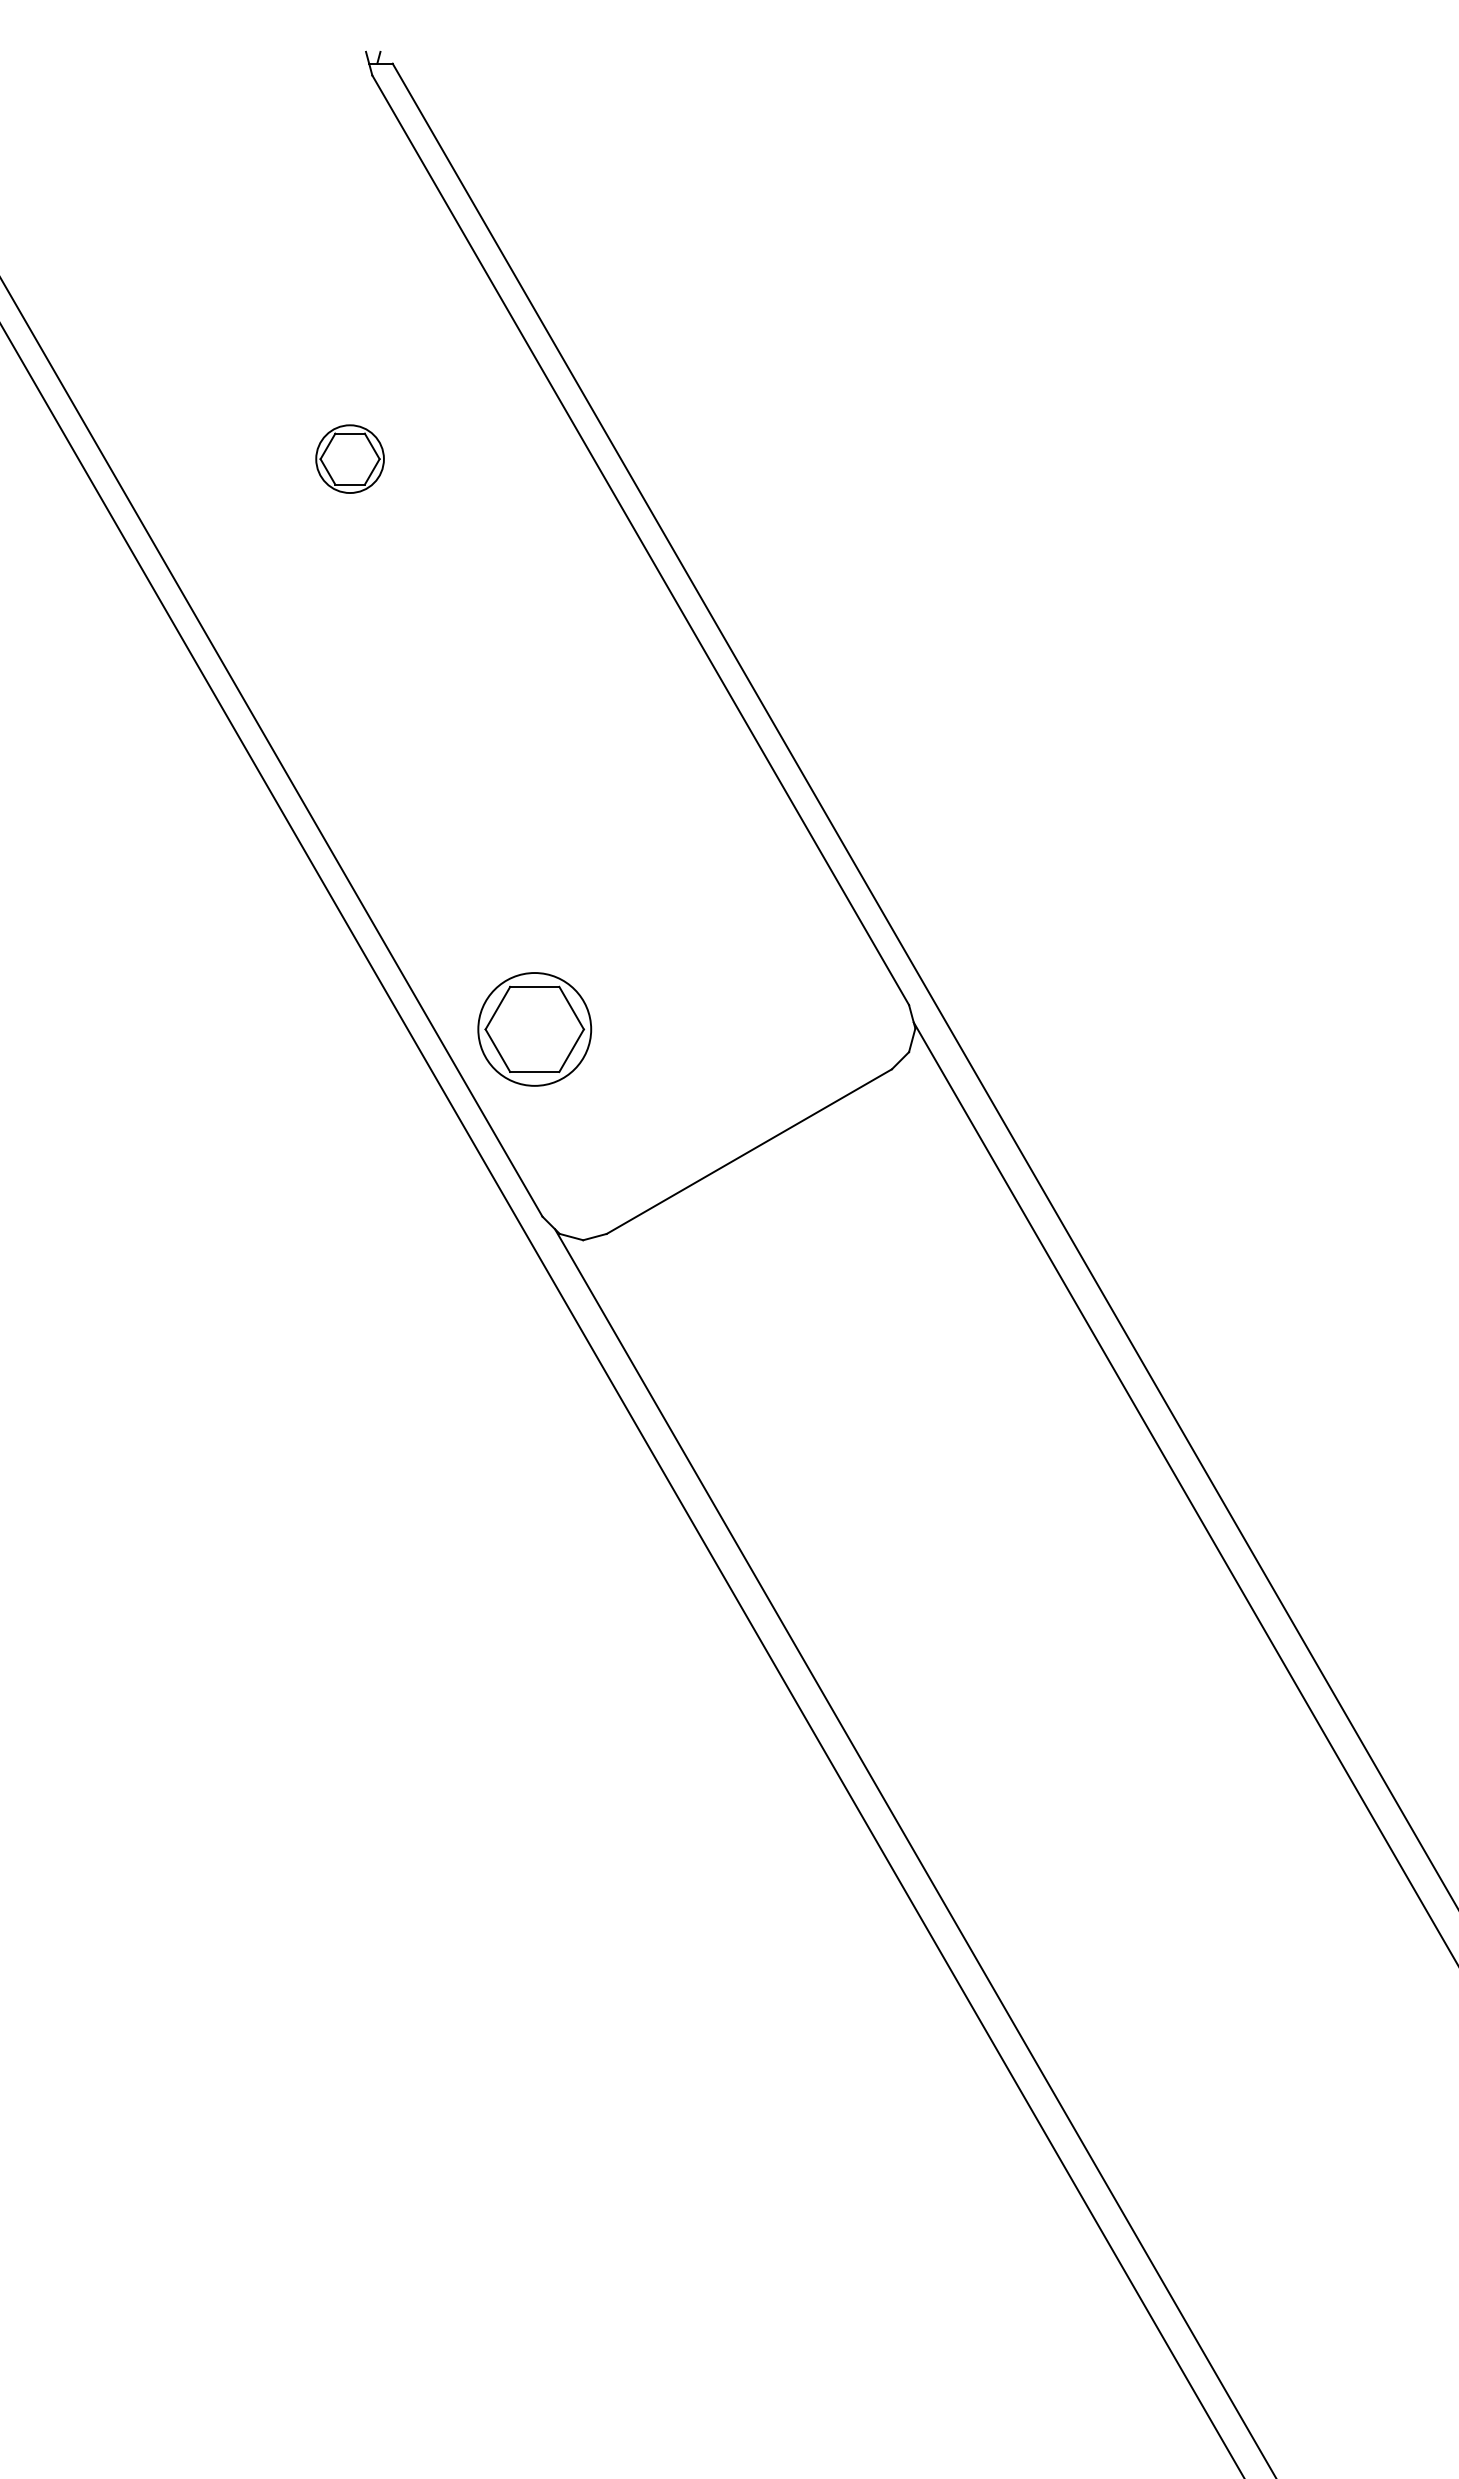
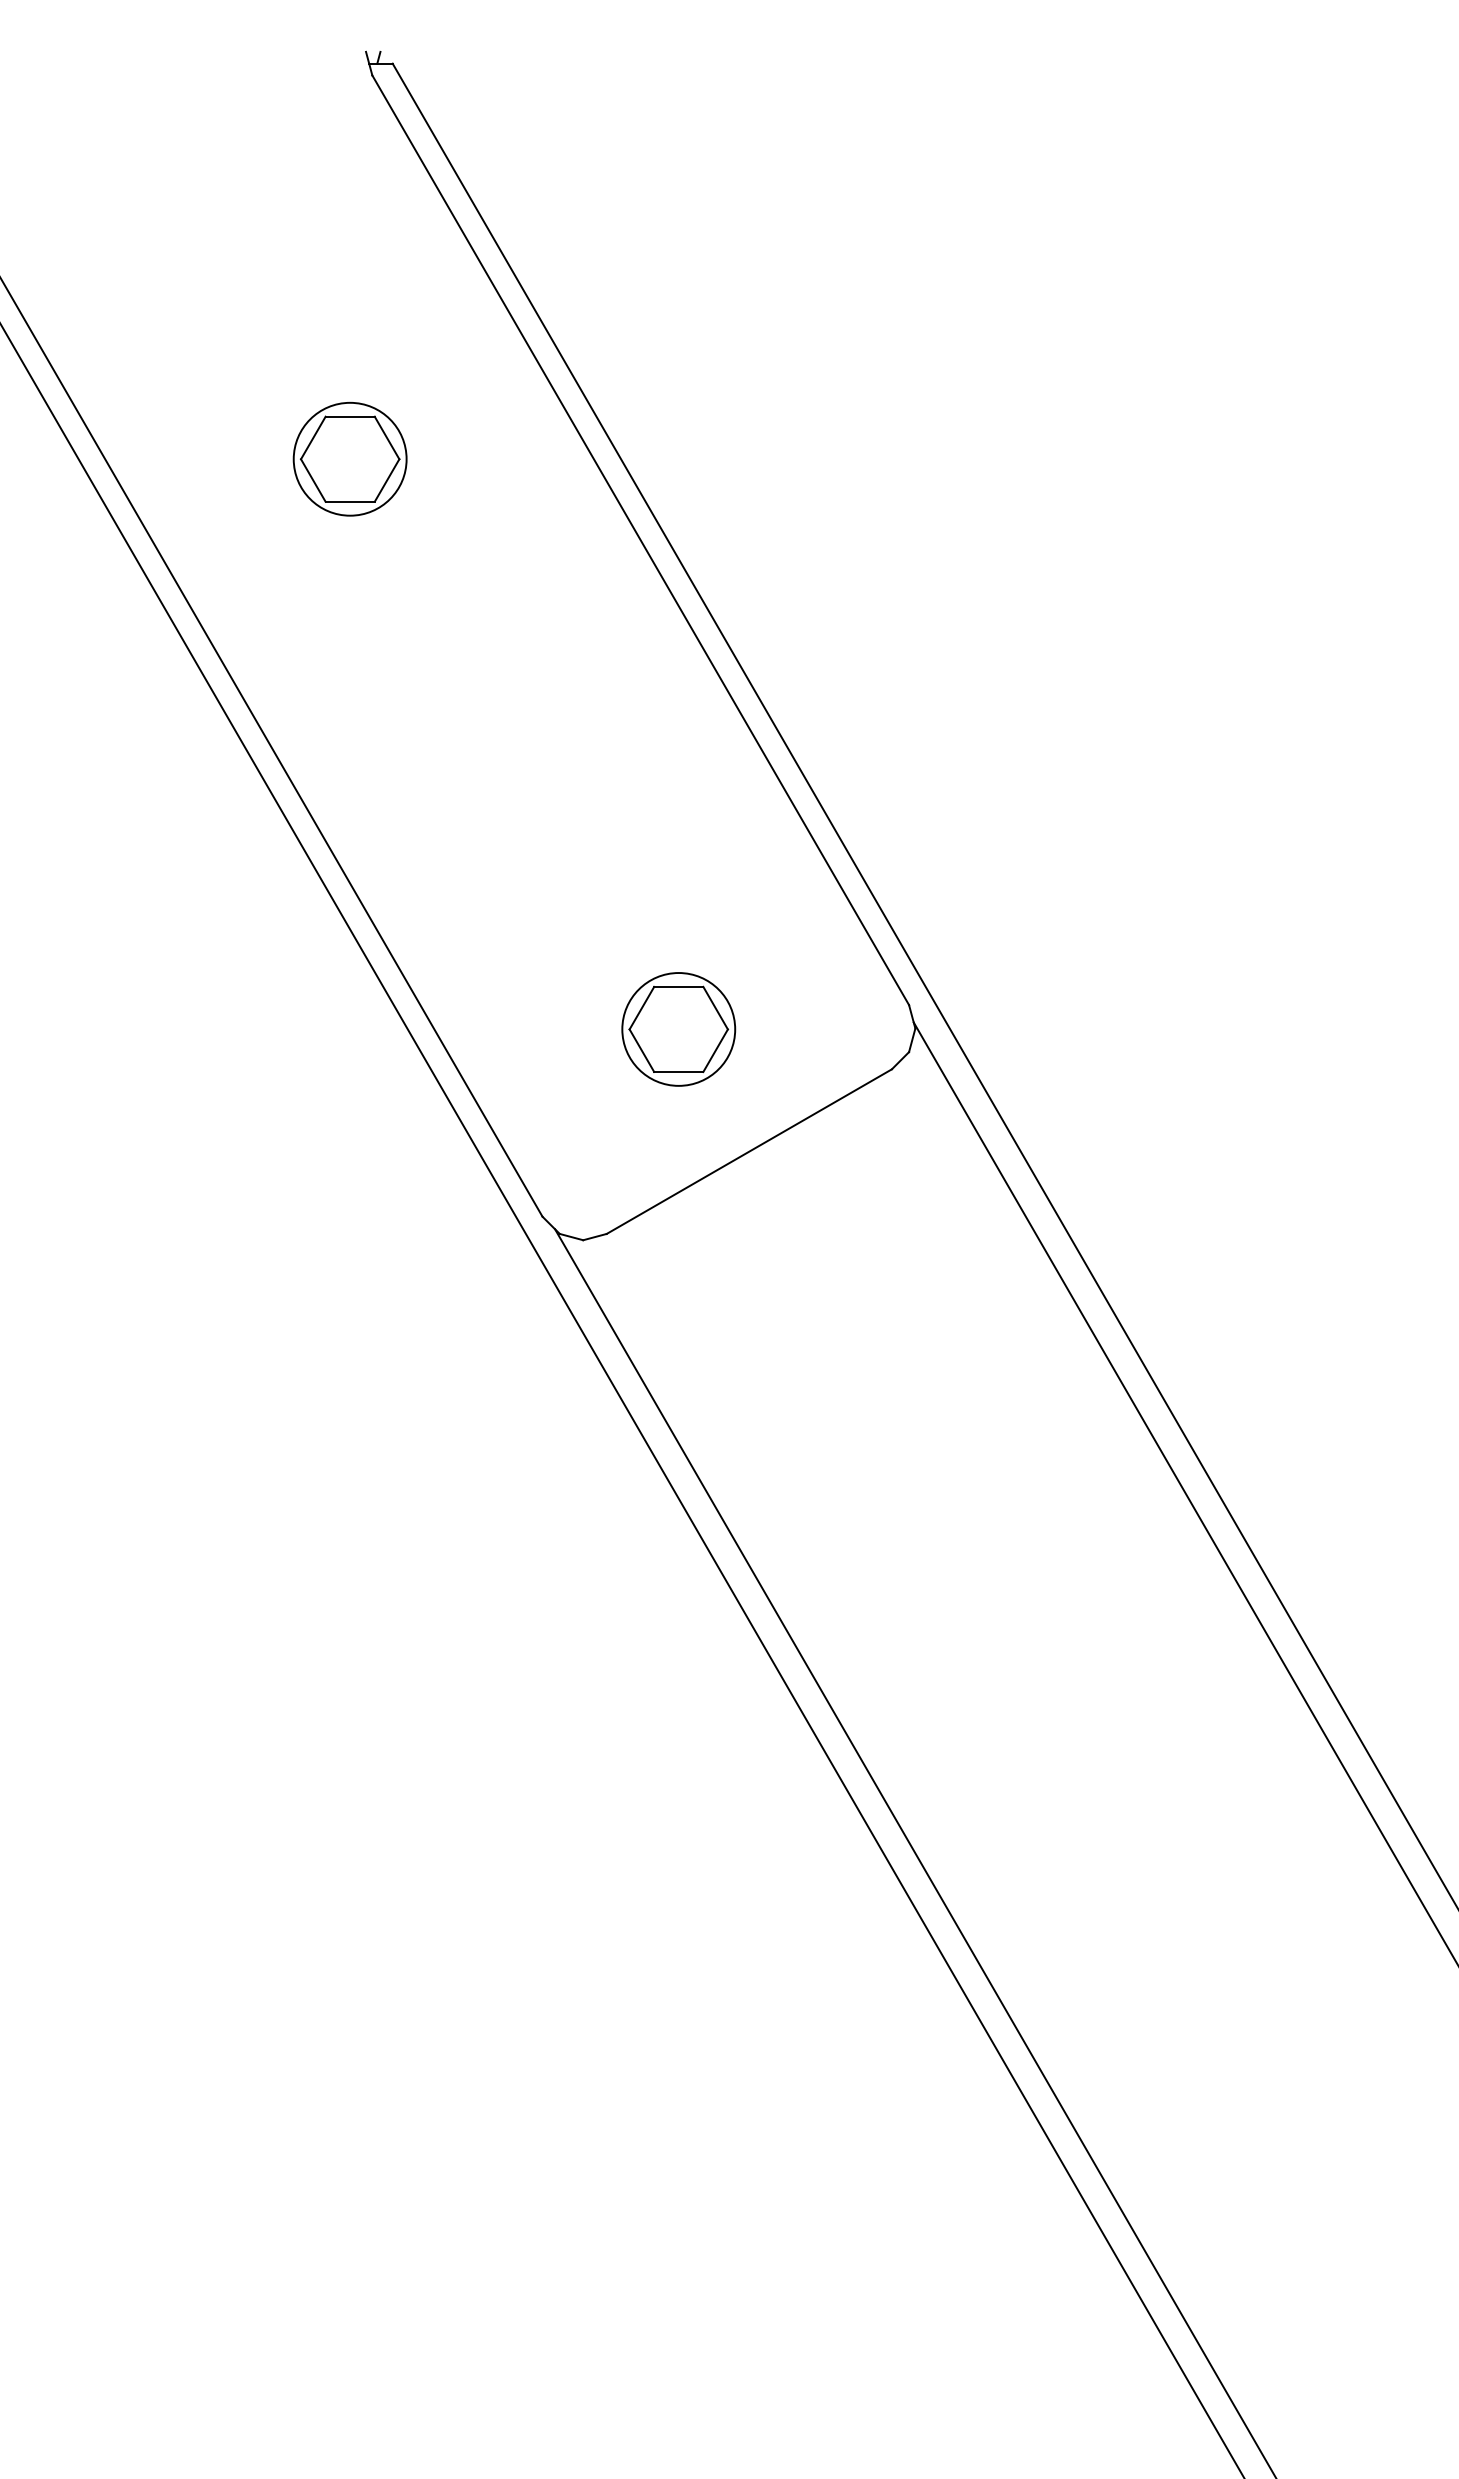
part at (349, 458) size: 70x70 px -> 116x116 px
part at (534, 1029) position: (534, 1029) -> (678, 1029)
